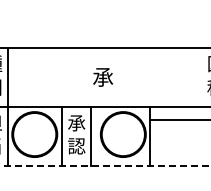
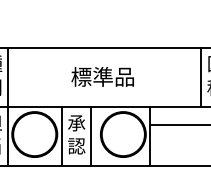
text at (102, 76): 承 -> 標準品
line at (200, 76): none -> present
line at (178, 119) position: (178, 119) -> (178, 124)
line at (105, 165): dashed -> solid
